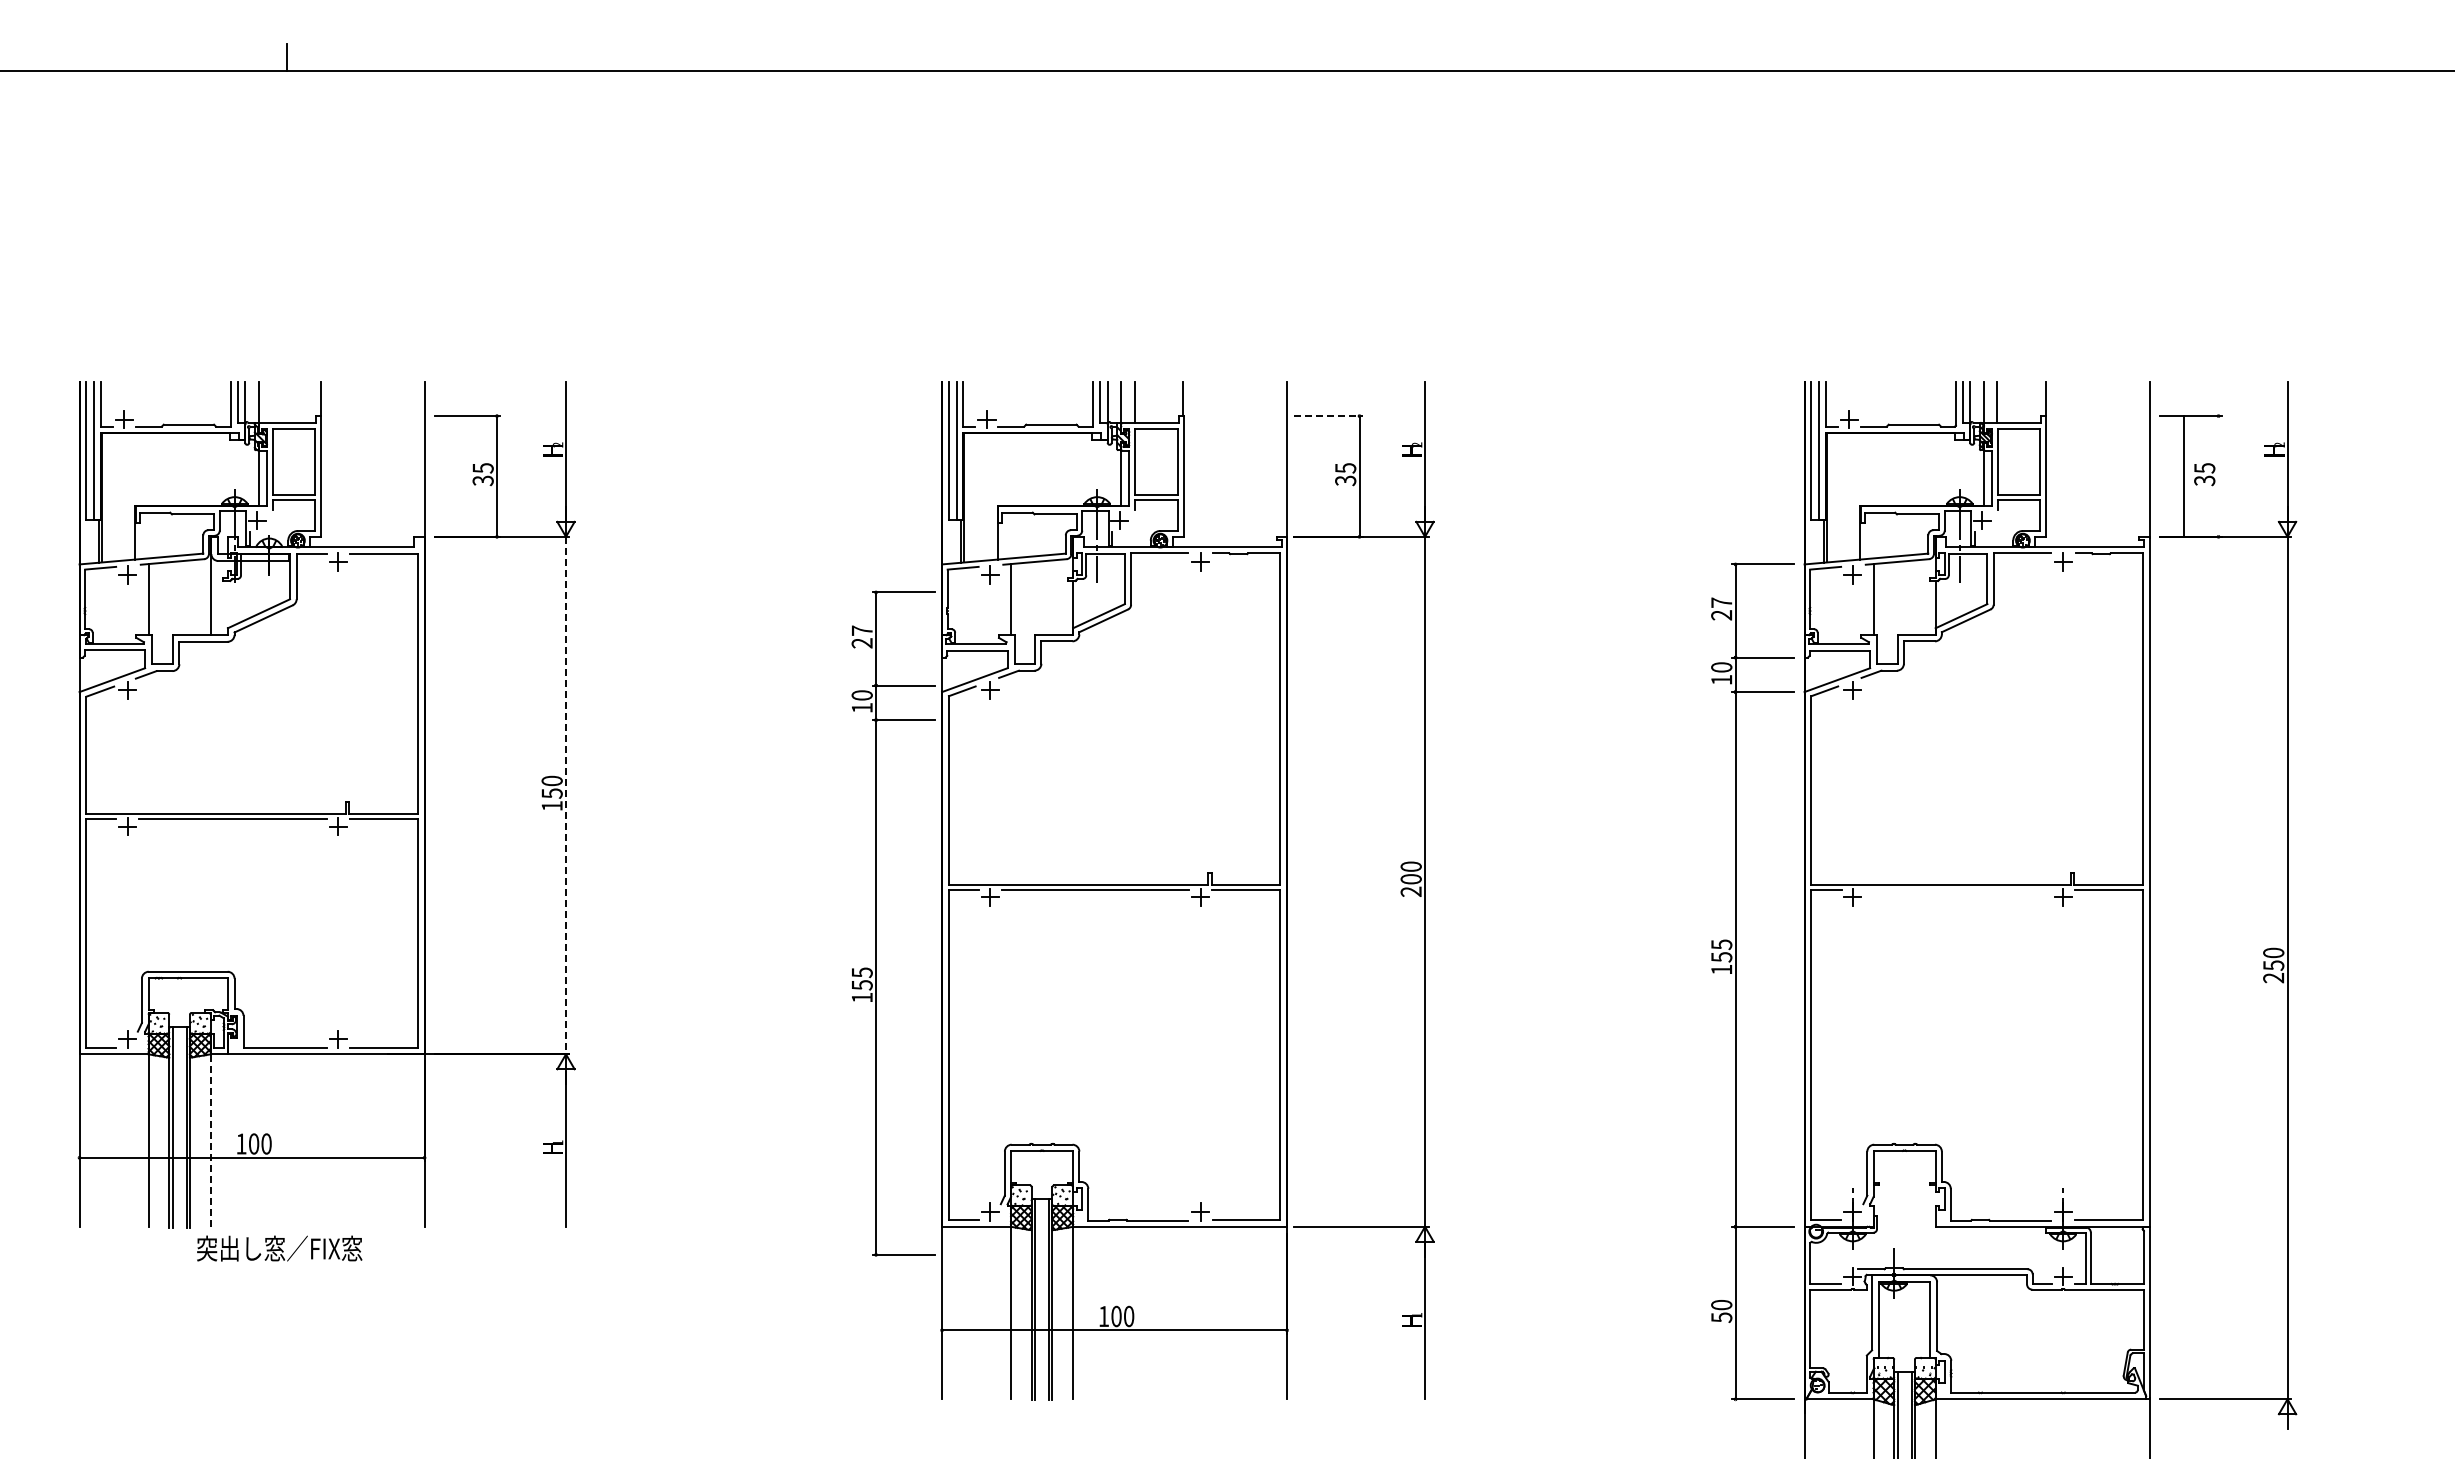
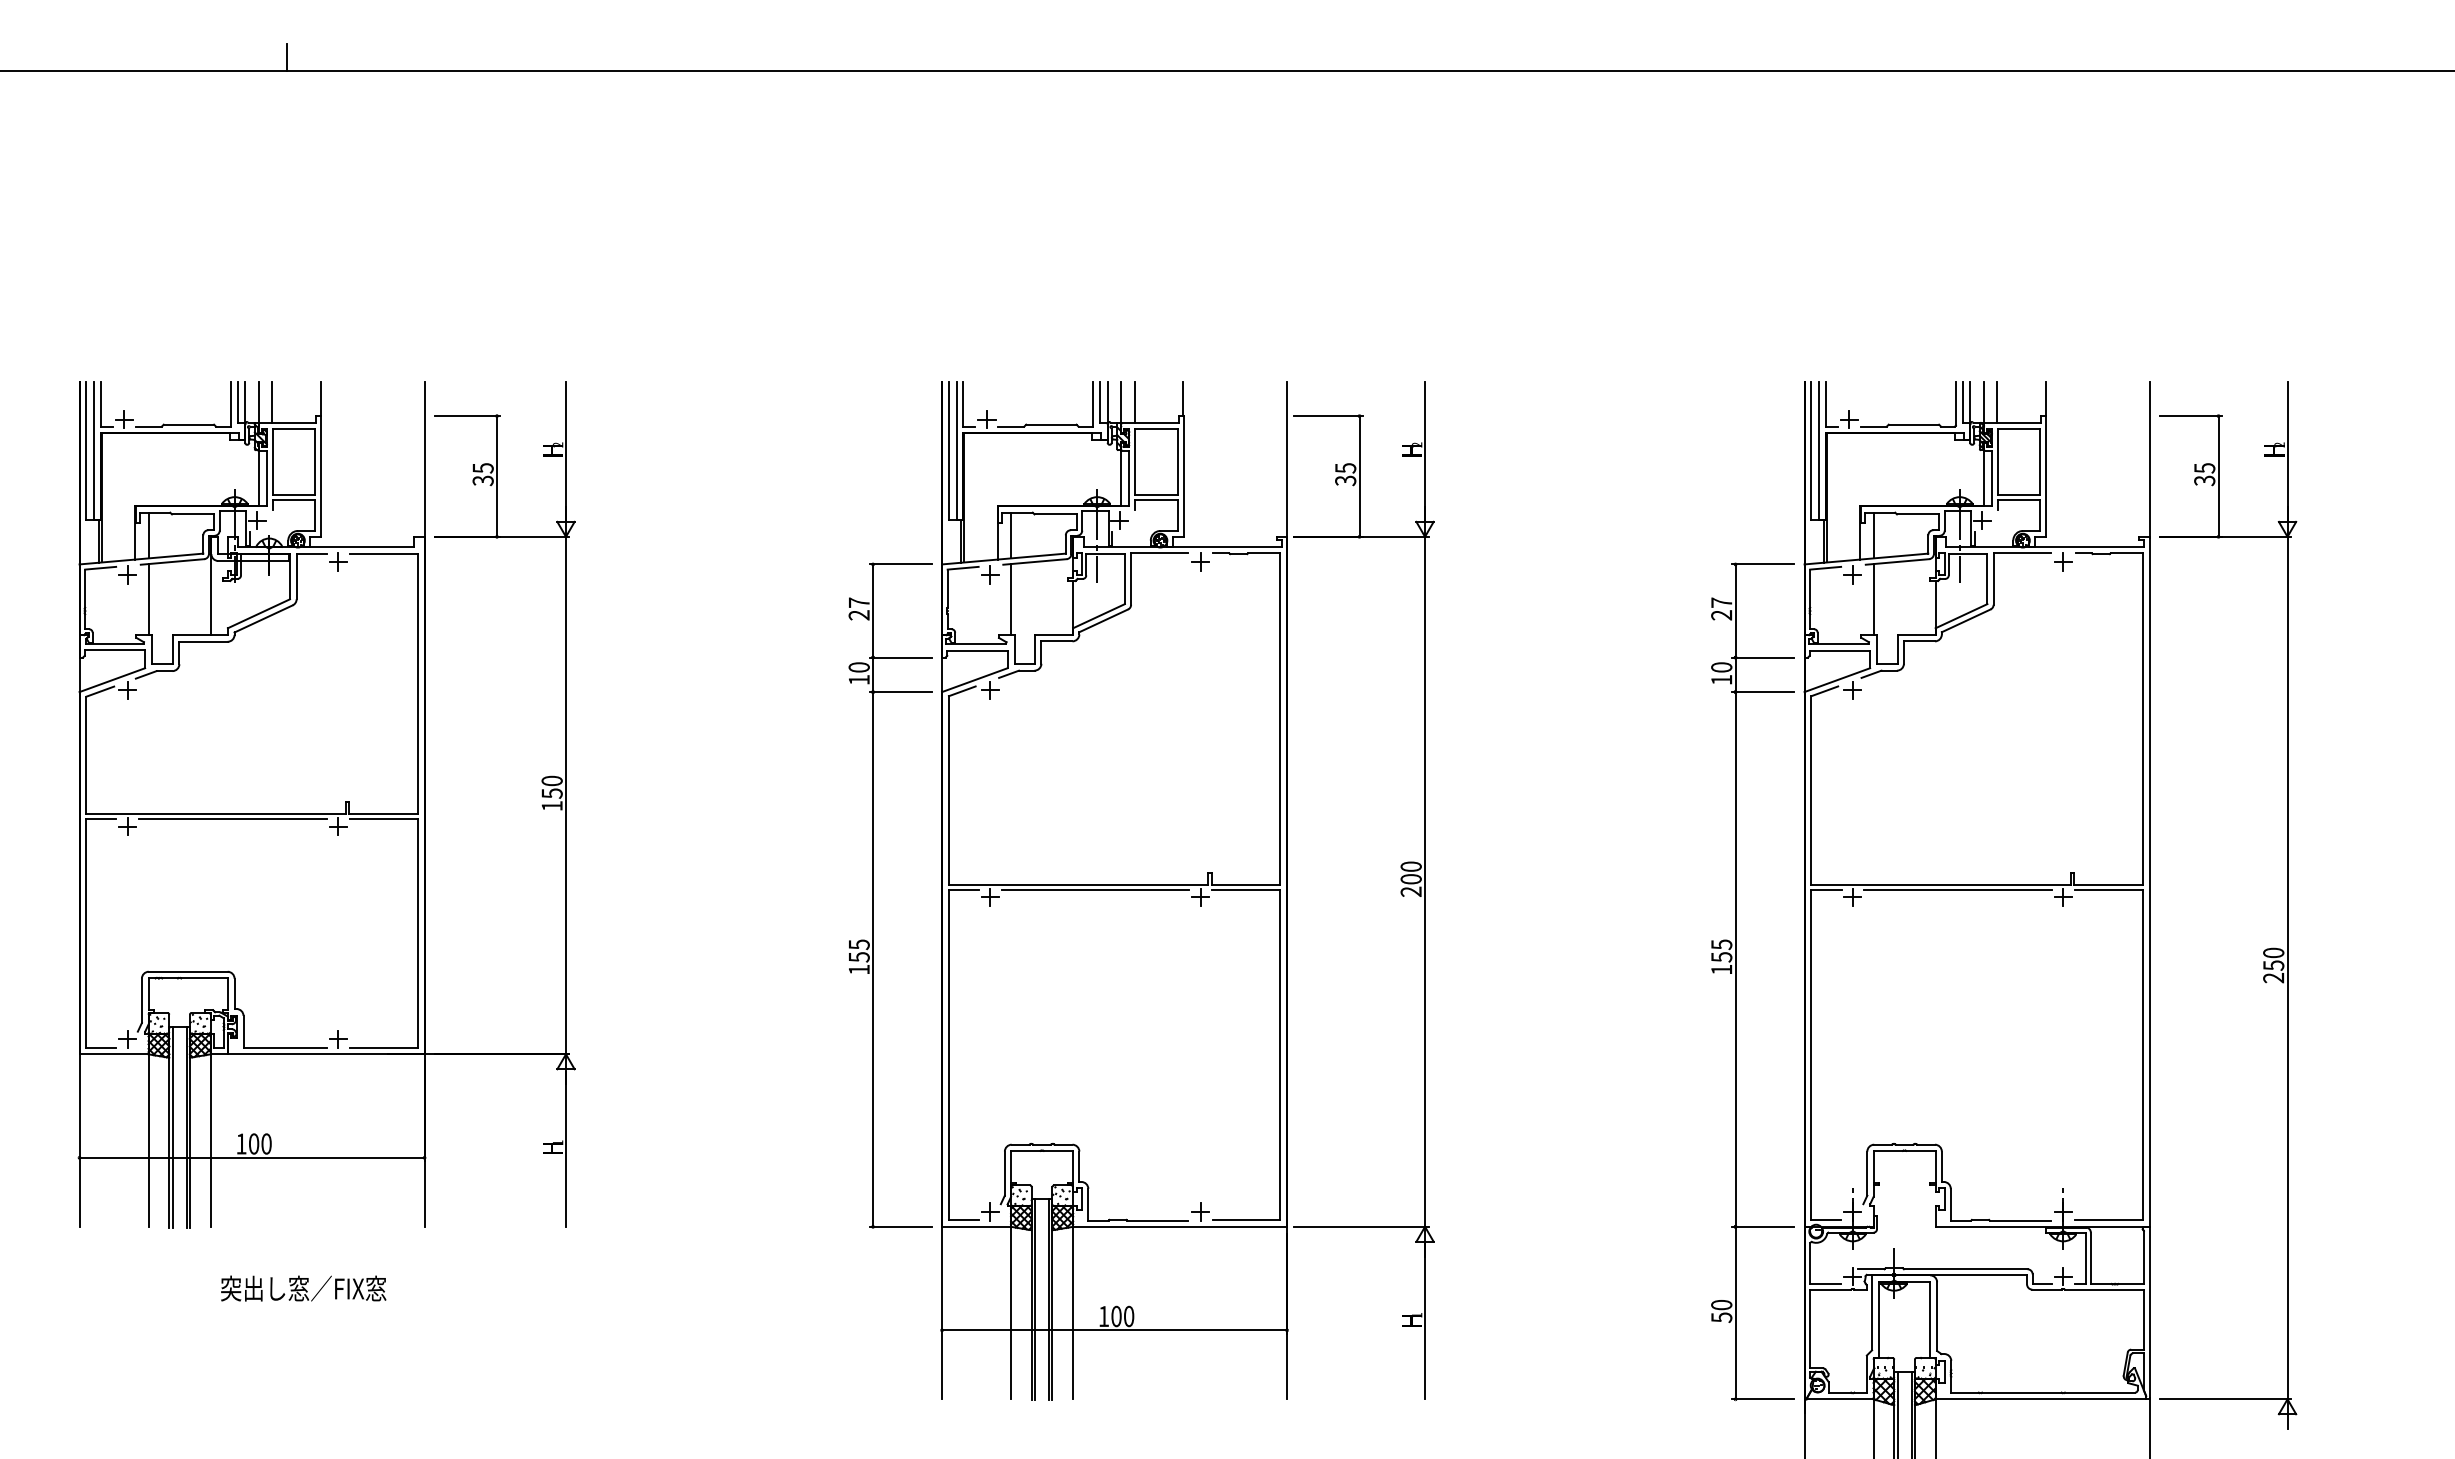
line at (272, 401): none -> present
line at (1328, 416): dashed -> solid
line at (2183, 476) position: (2183, 476) -> (2218, 476)
line at (148, 535): none -> present
line at (1011, 535): none -> present
line at (1873, 535): none -> present
line at (566, 795): dashed -> solid
line at (1957, 889): none -> present
part at (876, 923) position: (876, 923) -> (873, 895)
line at (210, 1140): dashed -> solid
text at (279, 1248) position: (279, 1248) -> (303, 1288)
